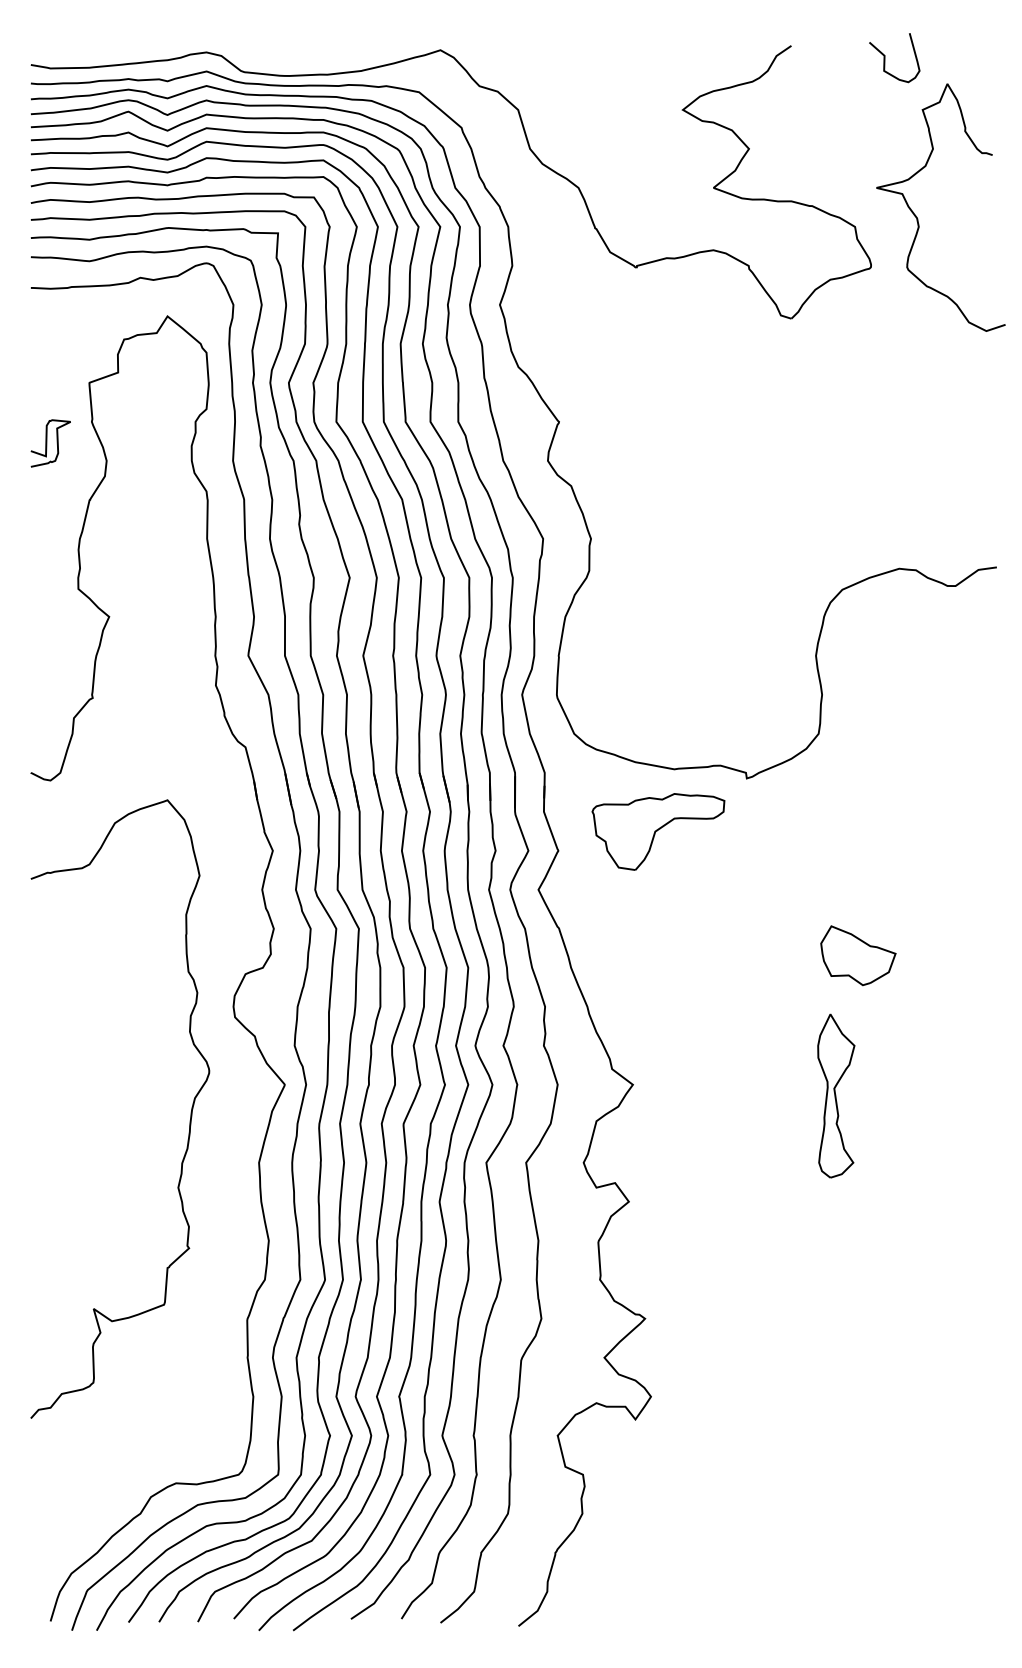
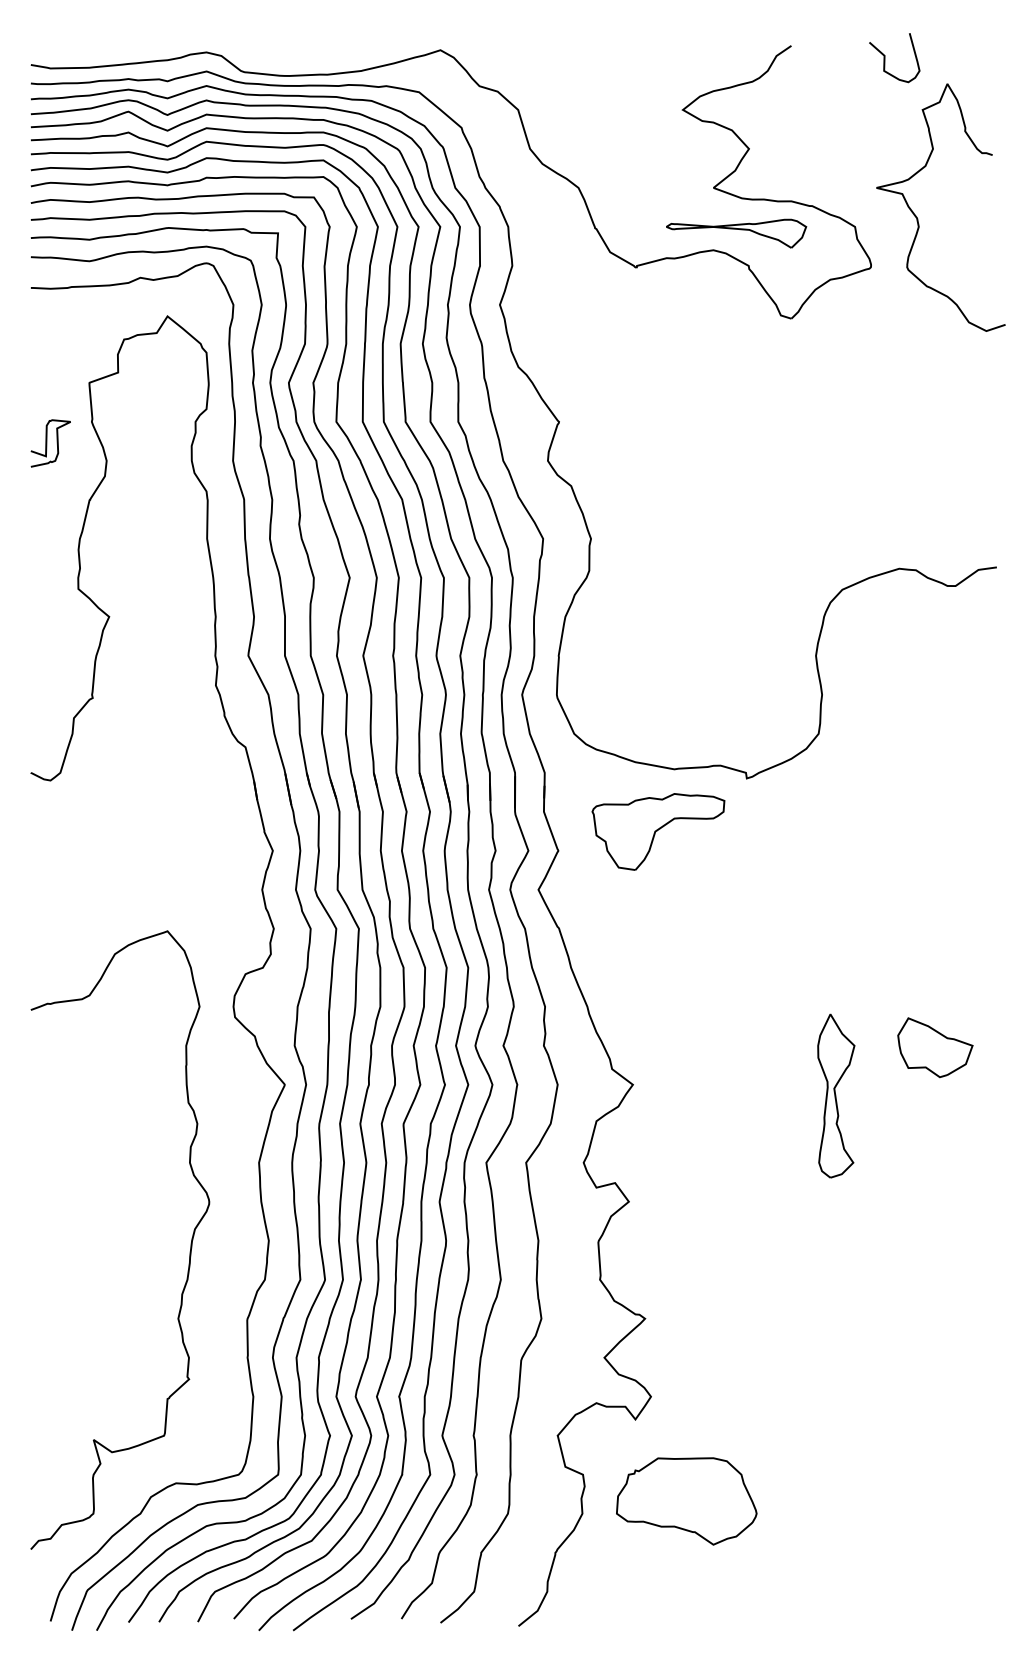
part at (736, 233): none -> present
part at (858, 955) position: (858, 955) -> (935, 1047)
curve at (189, 1120) position: (189, 1120) -> (189, 1251)
part at (686, 1501): none -> present
